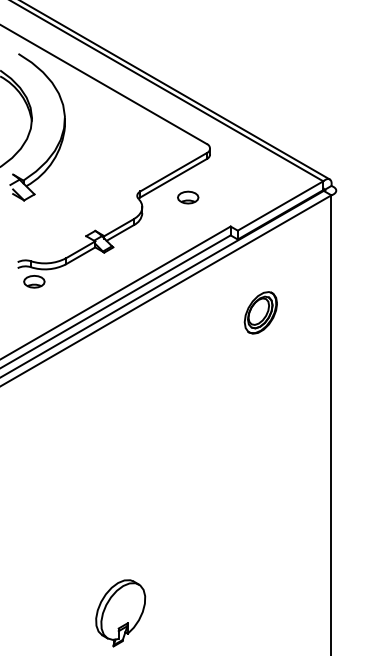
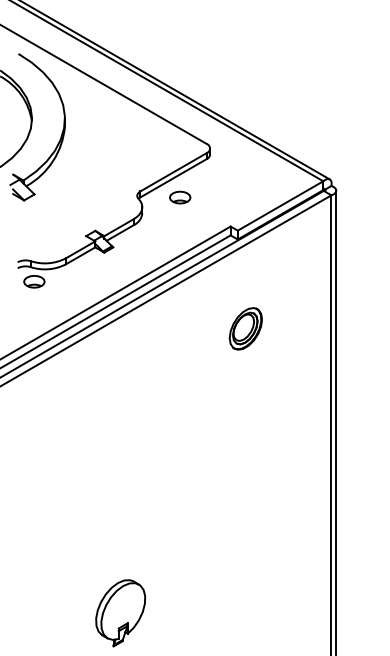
part at (188, 197) position: (188, 197) -> (180, 197)
part at (260, 312) position: (260, 312) -> (245, 328)
line at (336, 421): none -> present
